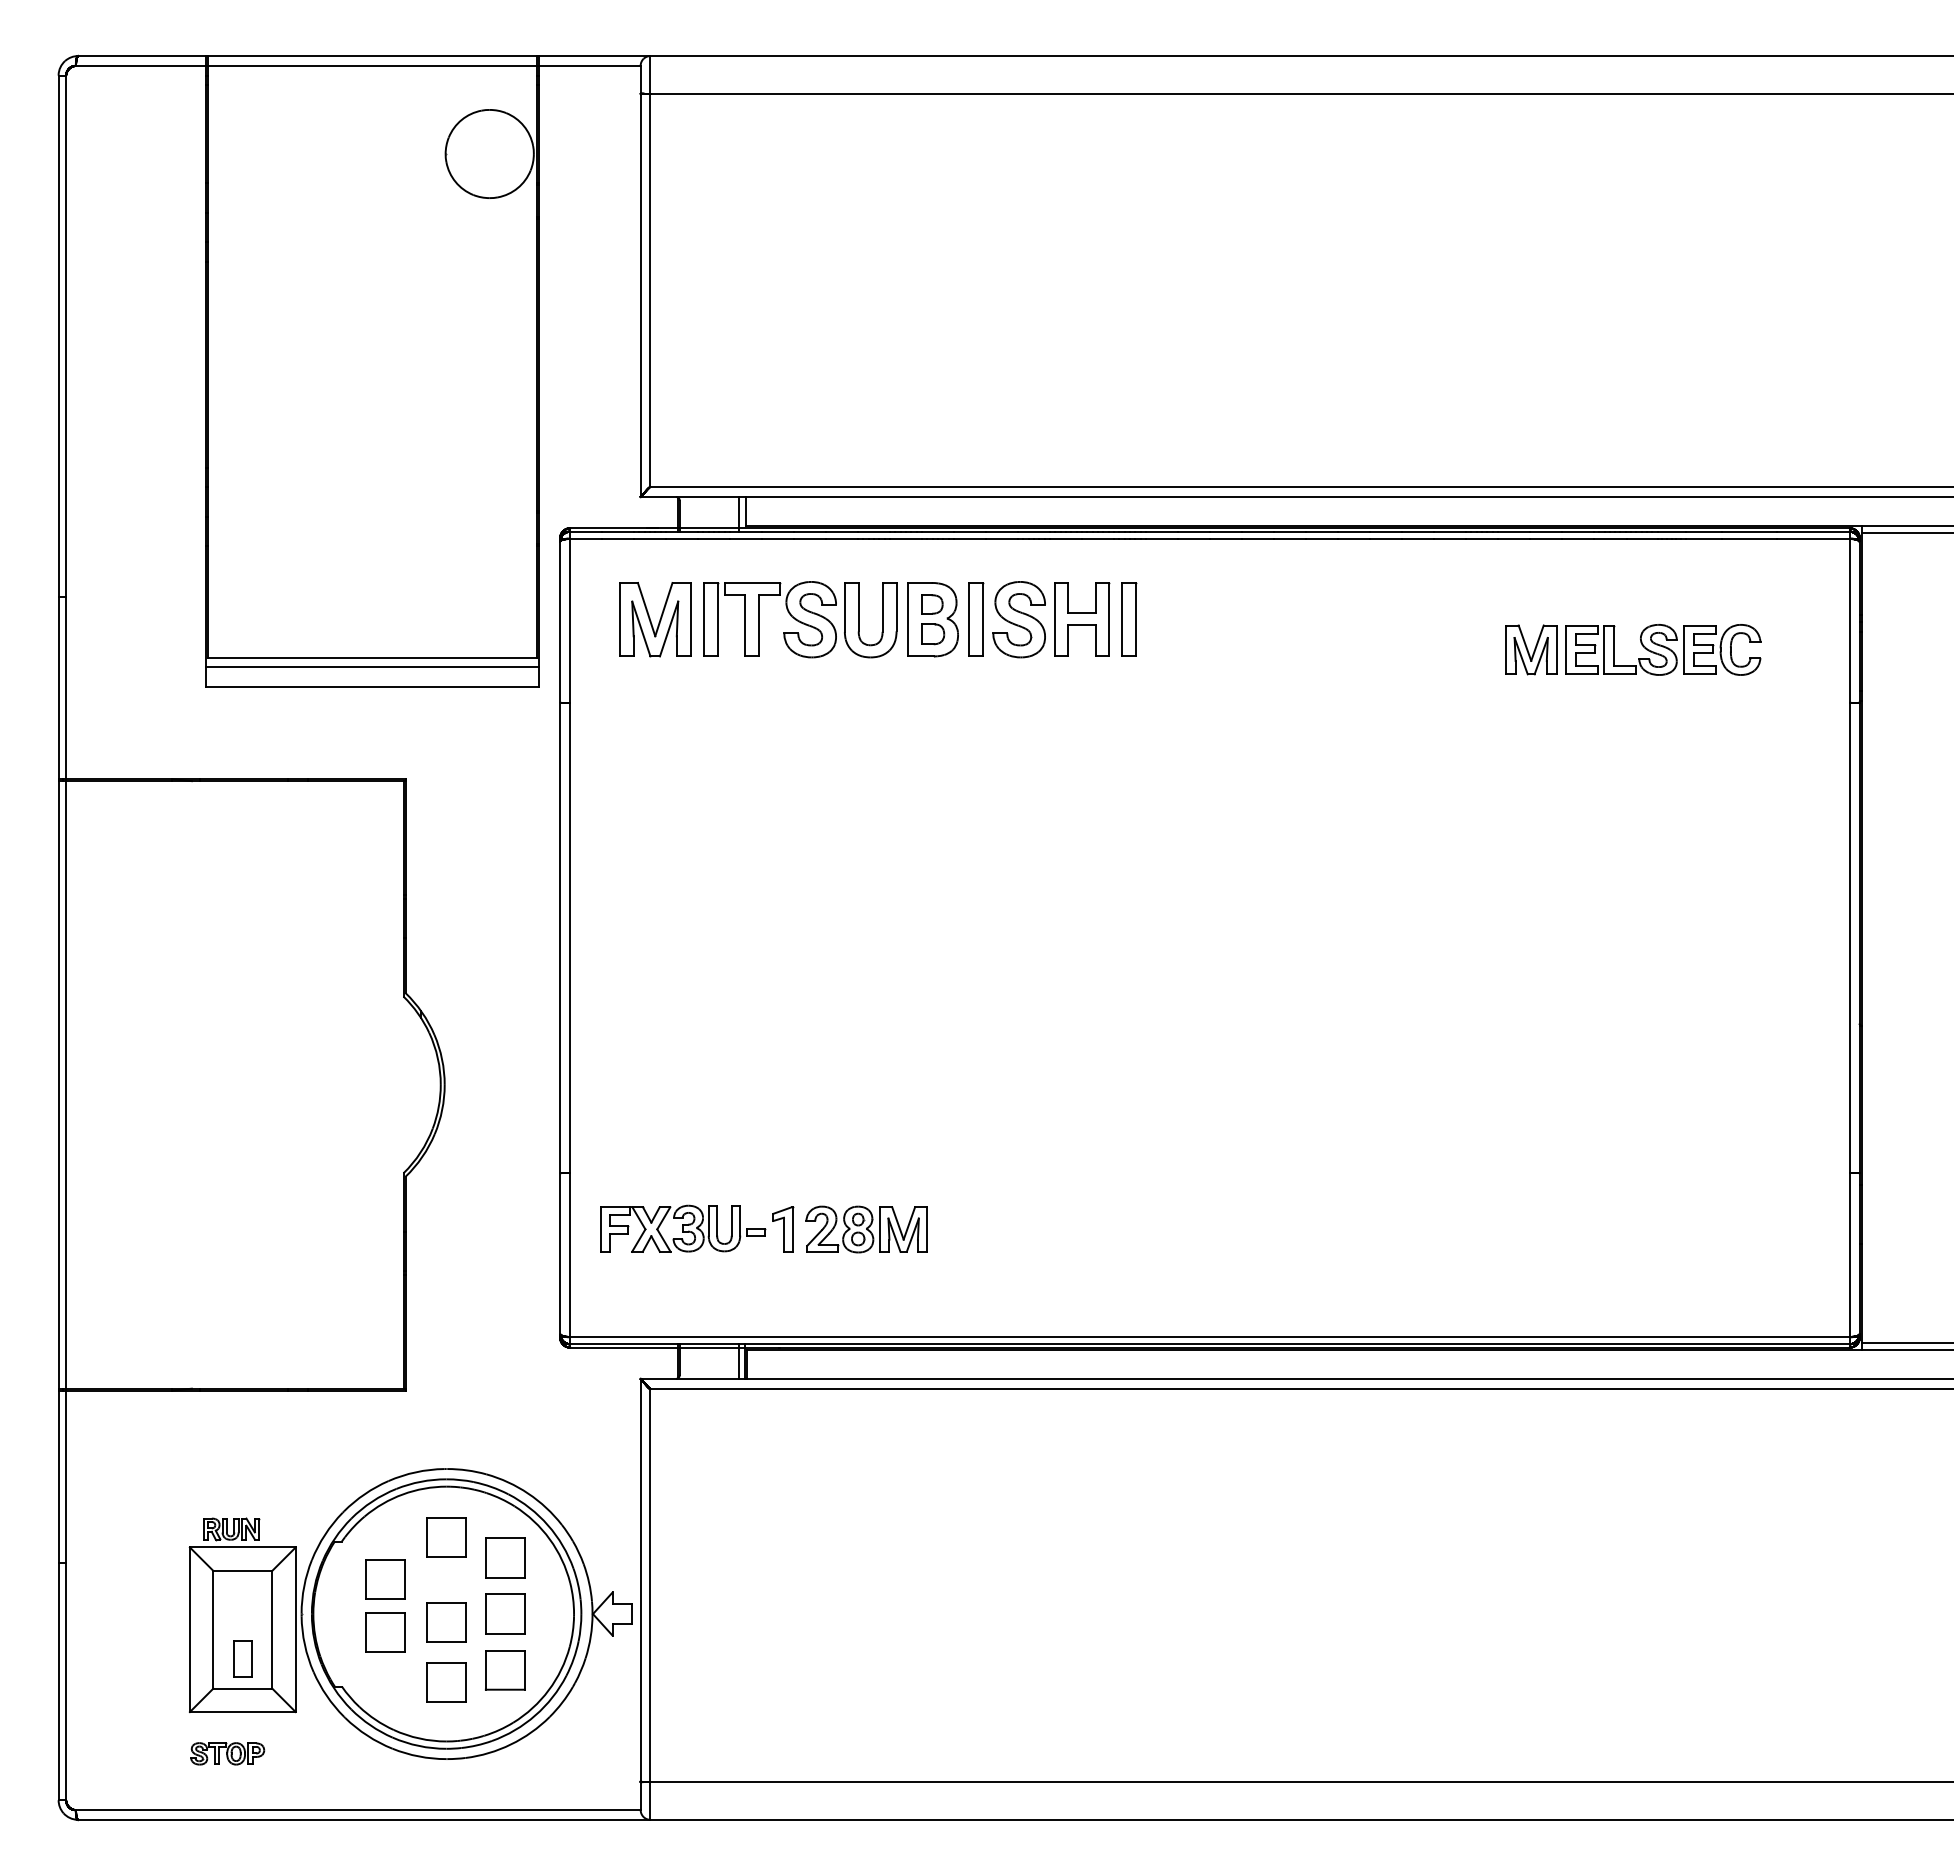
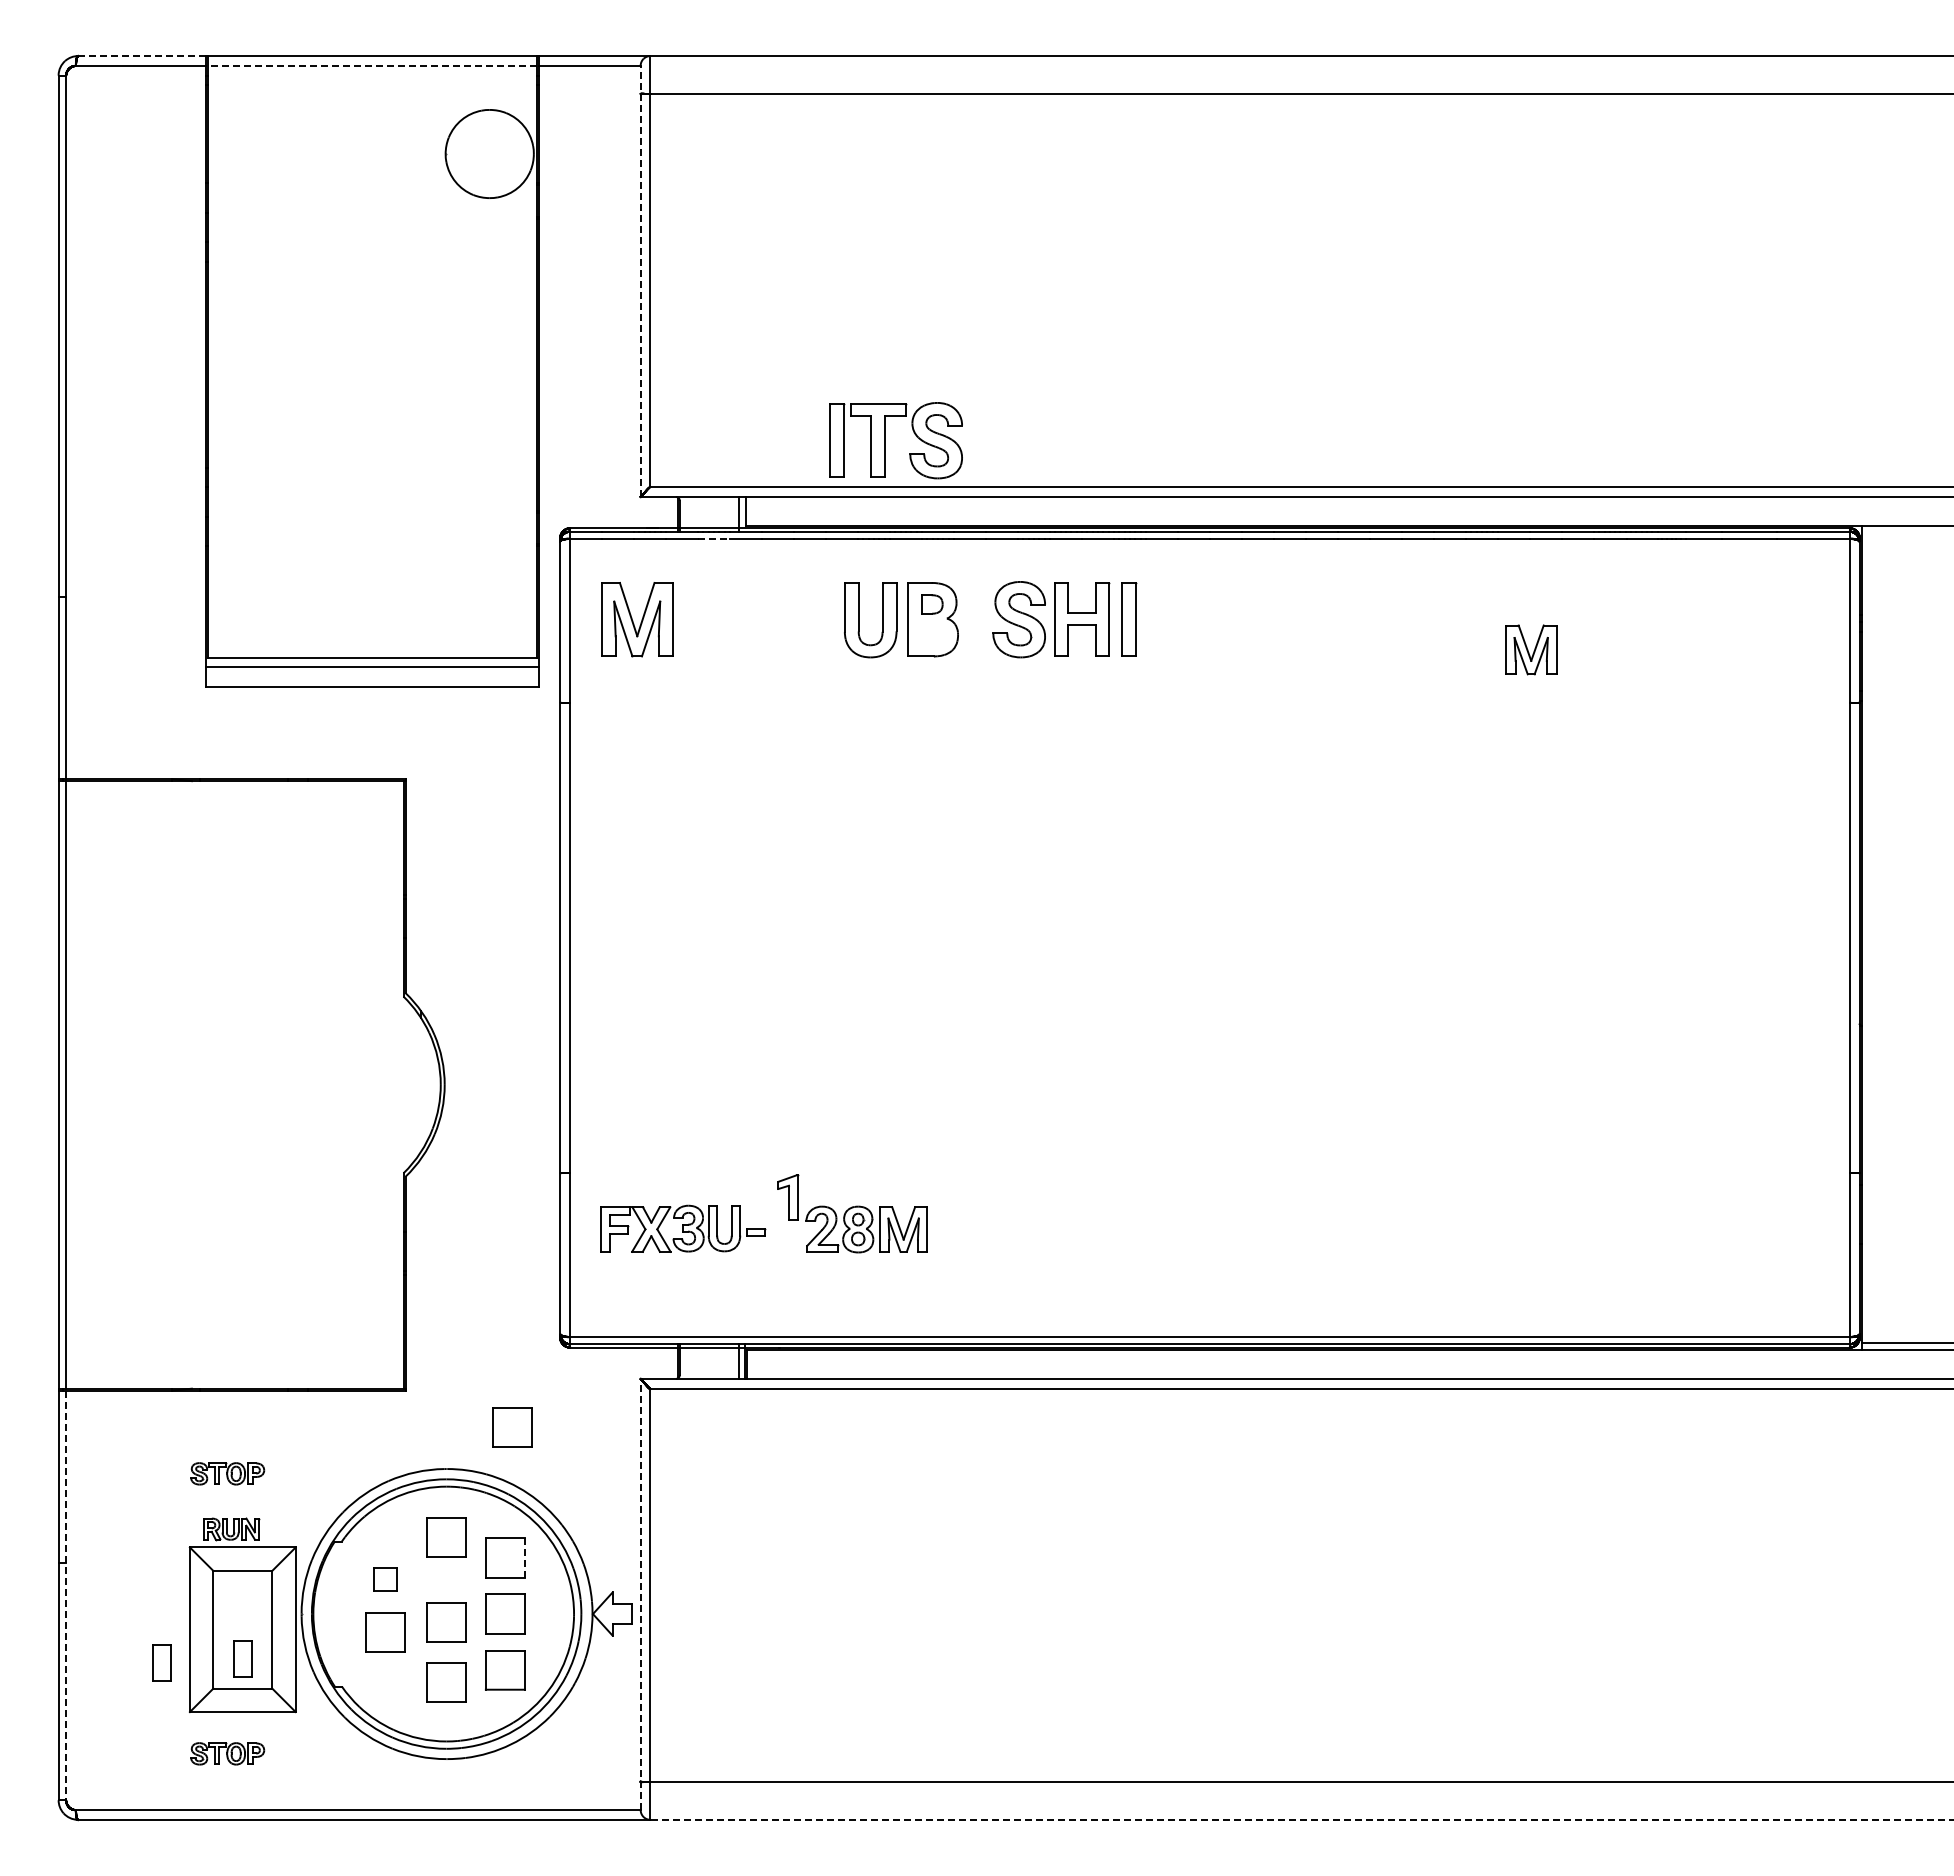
line at (141, 56): solid -> dashed
line at (372, 65): solid -> dashed
line at (640, 281): solid -> dashed
line at (1905, 533): present -> none
line at (713, 538): solid -> dashed
part at (655, 619) position: (655, 619) -> (637, 619)
part at (759, 619) position: (759, 619) -> (885, 440)
part at (976, 619): present -> none
part at (933, 634): present -> none
part at (1663, 649): present -> none
part at (783, 1229) position: (783, 1229) -> (788, 1197)
part at (512, 1427): none -> present
part at (227, 1473): none -> present
line at (525, 1558): solid -> dashed
part at (385, 1579) size: 41x41 px -> 25x25 px
line at (640, 1594): solid -> dashed
line at (66, 1595): solid -> dashed
part at (161, 1662): none -> present
line at (1302, 1819): solid -> dashed
